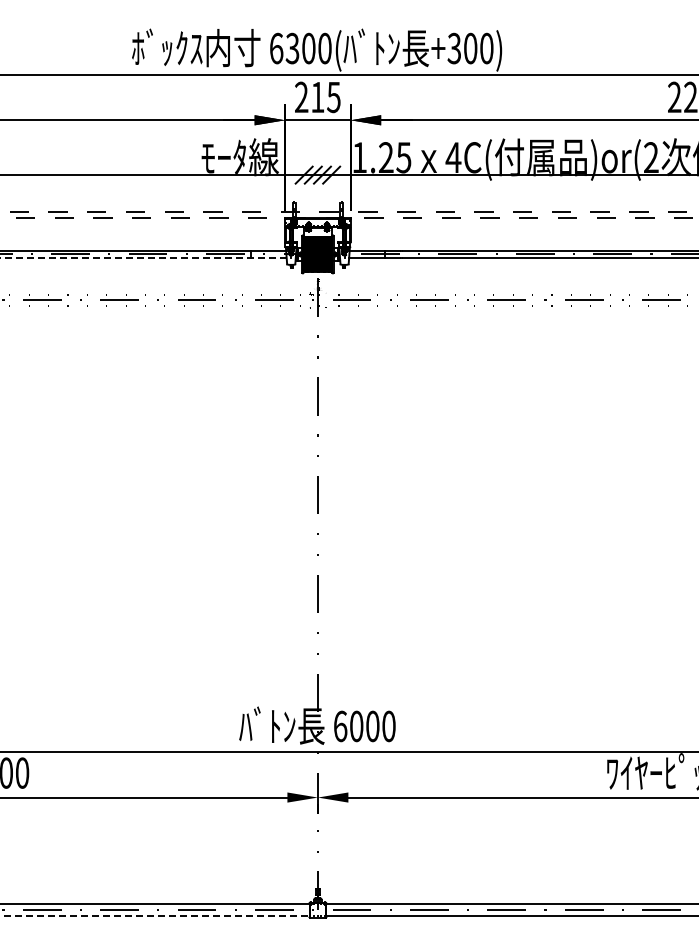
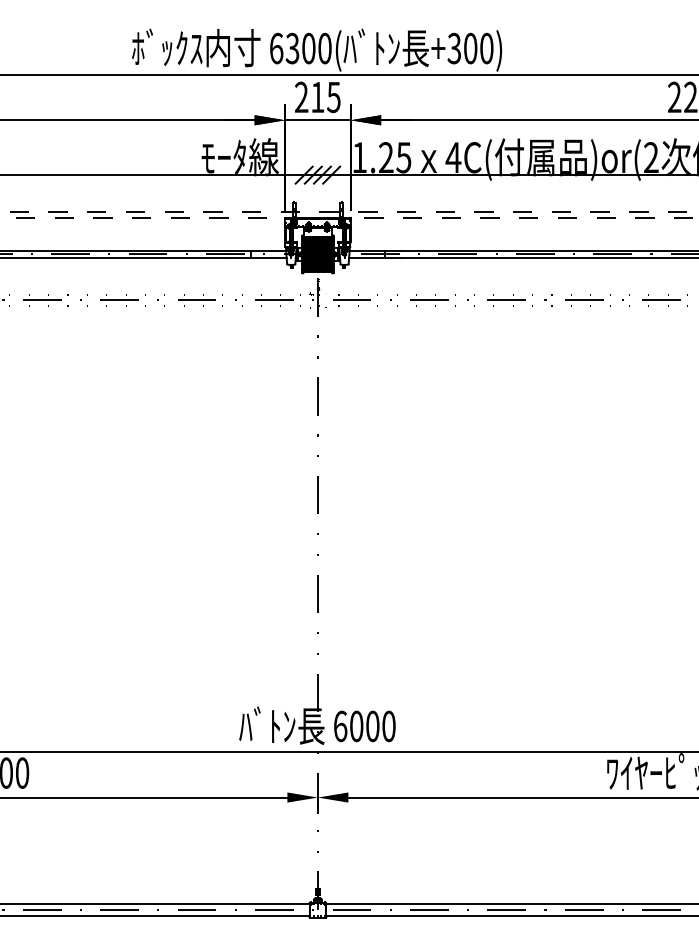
line at (143, 258): dashed -> solid
line at (155, 916): dashed -> solid
